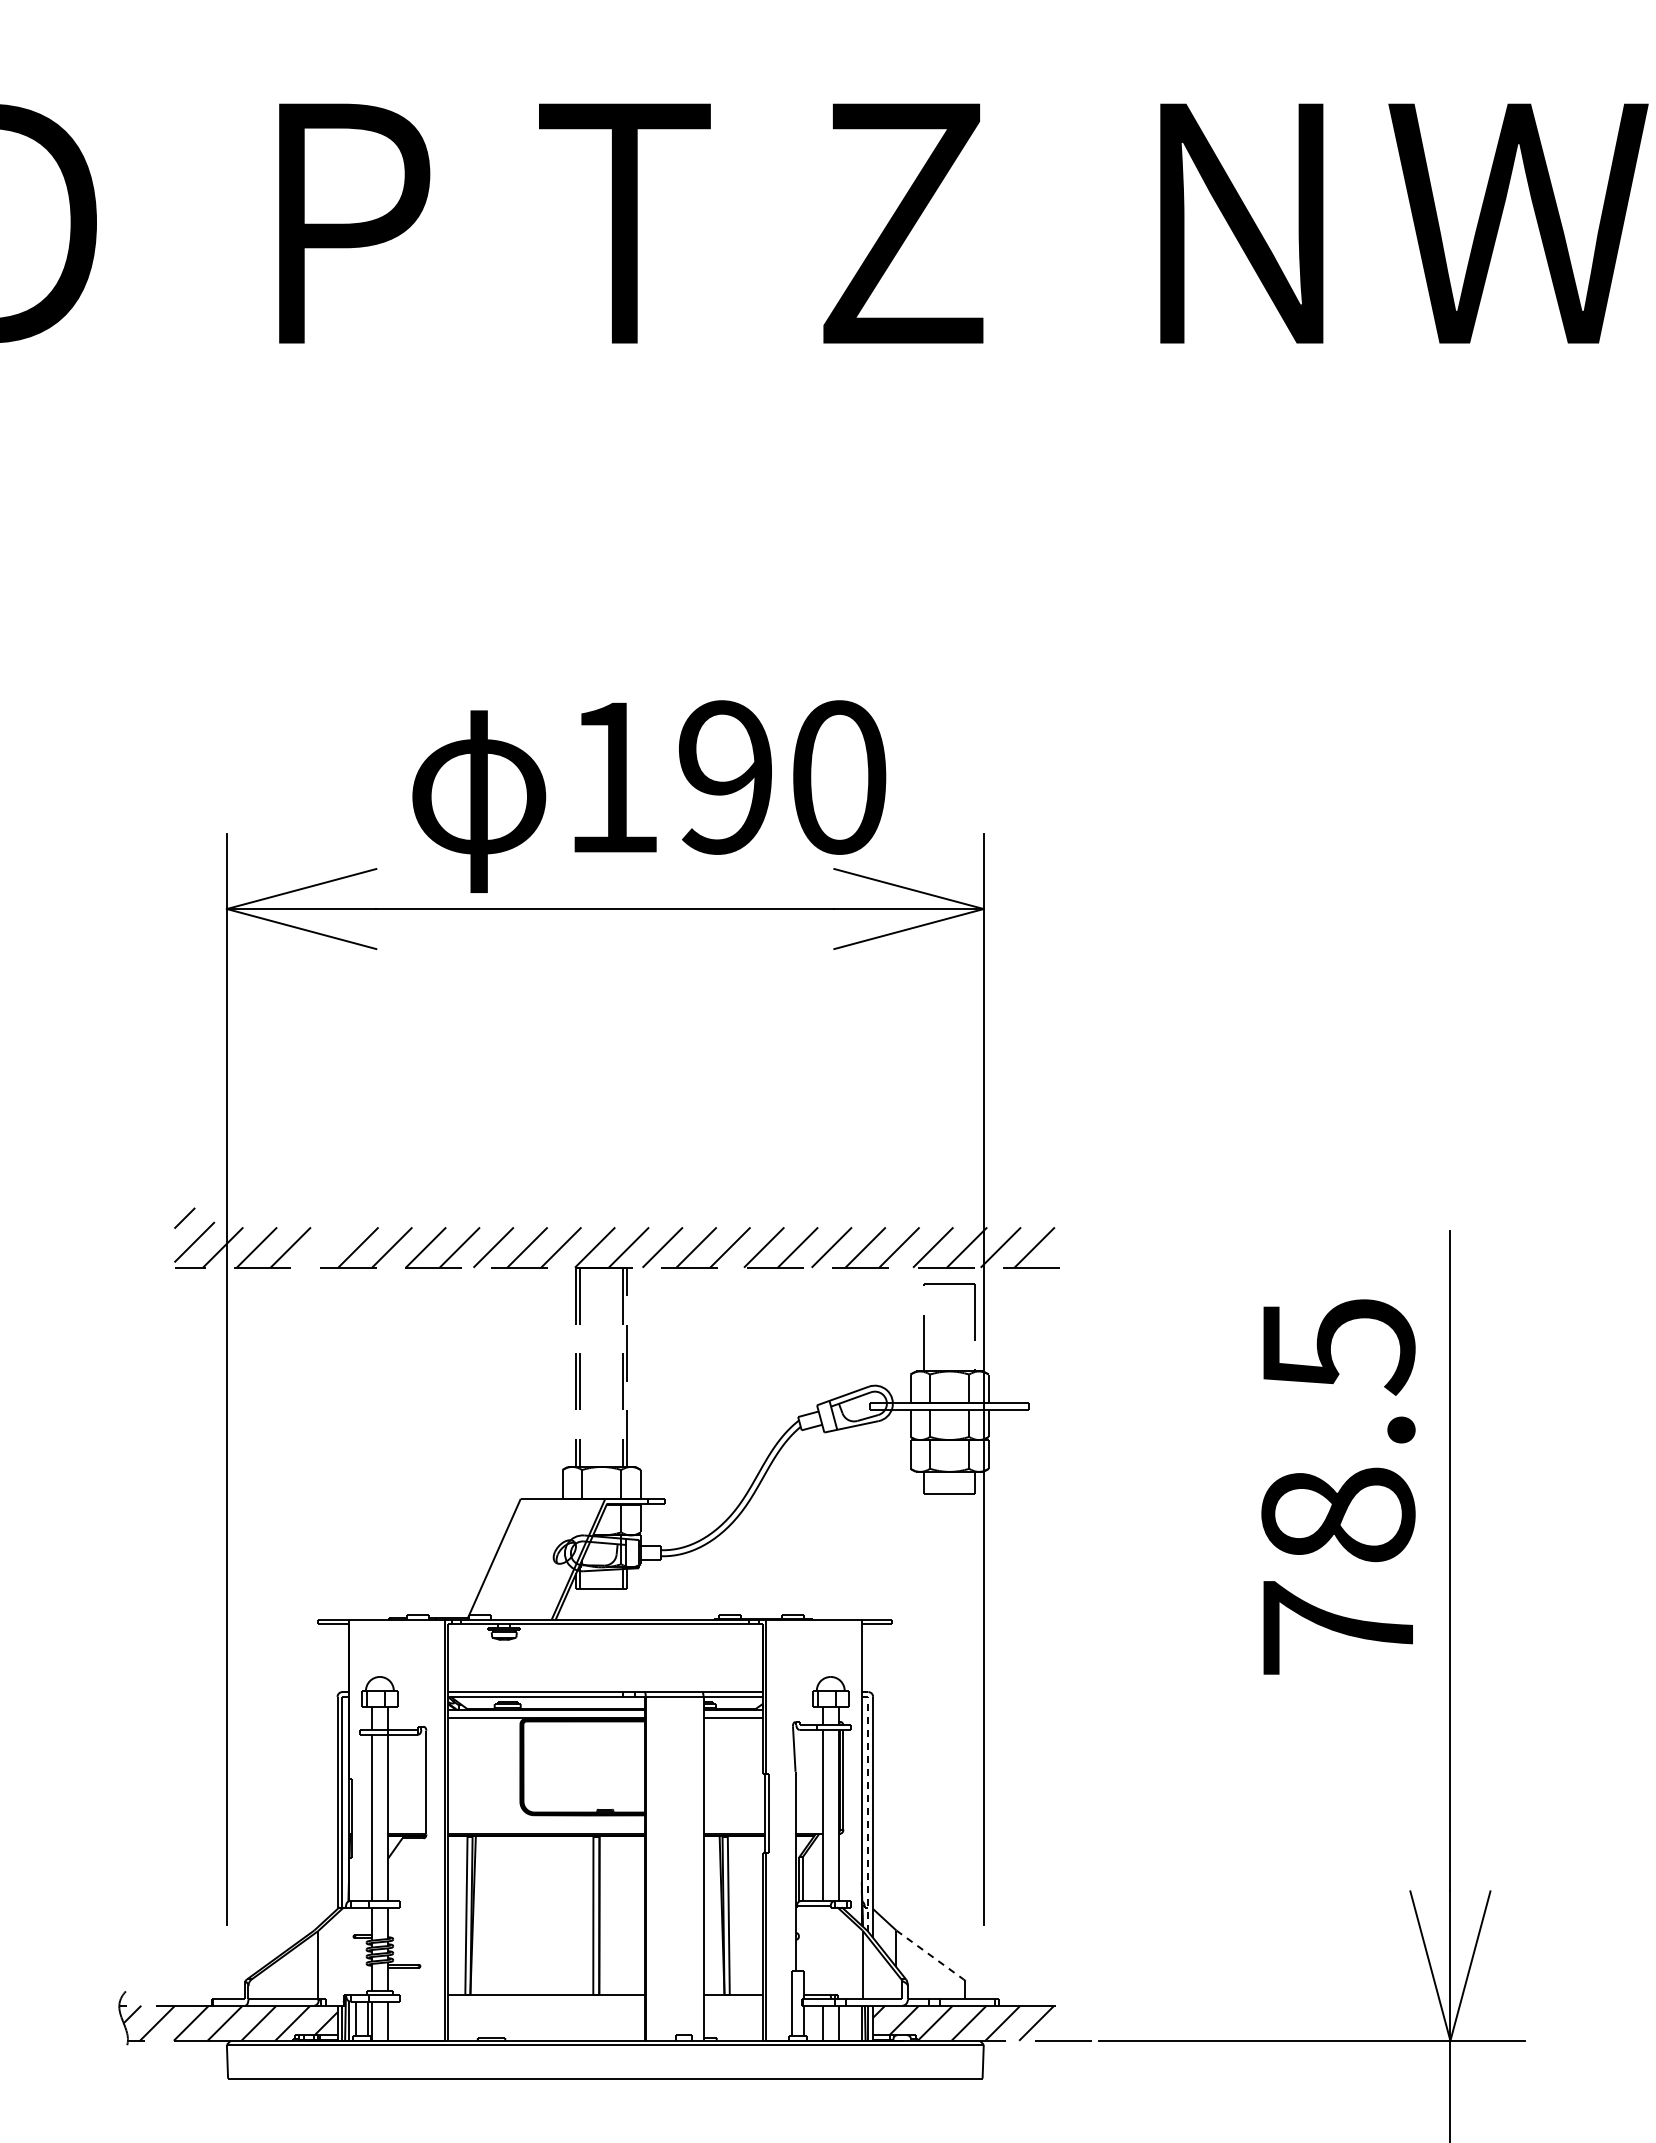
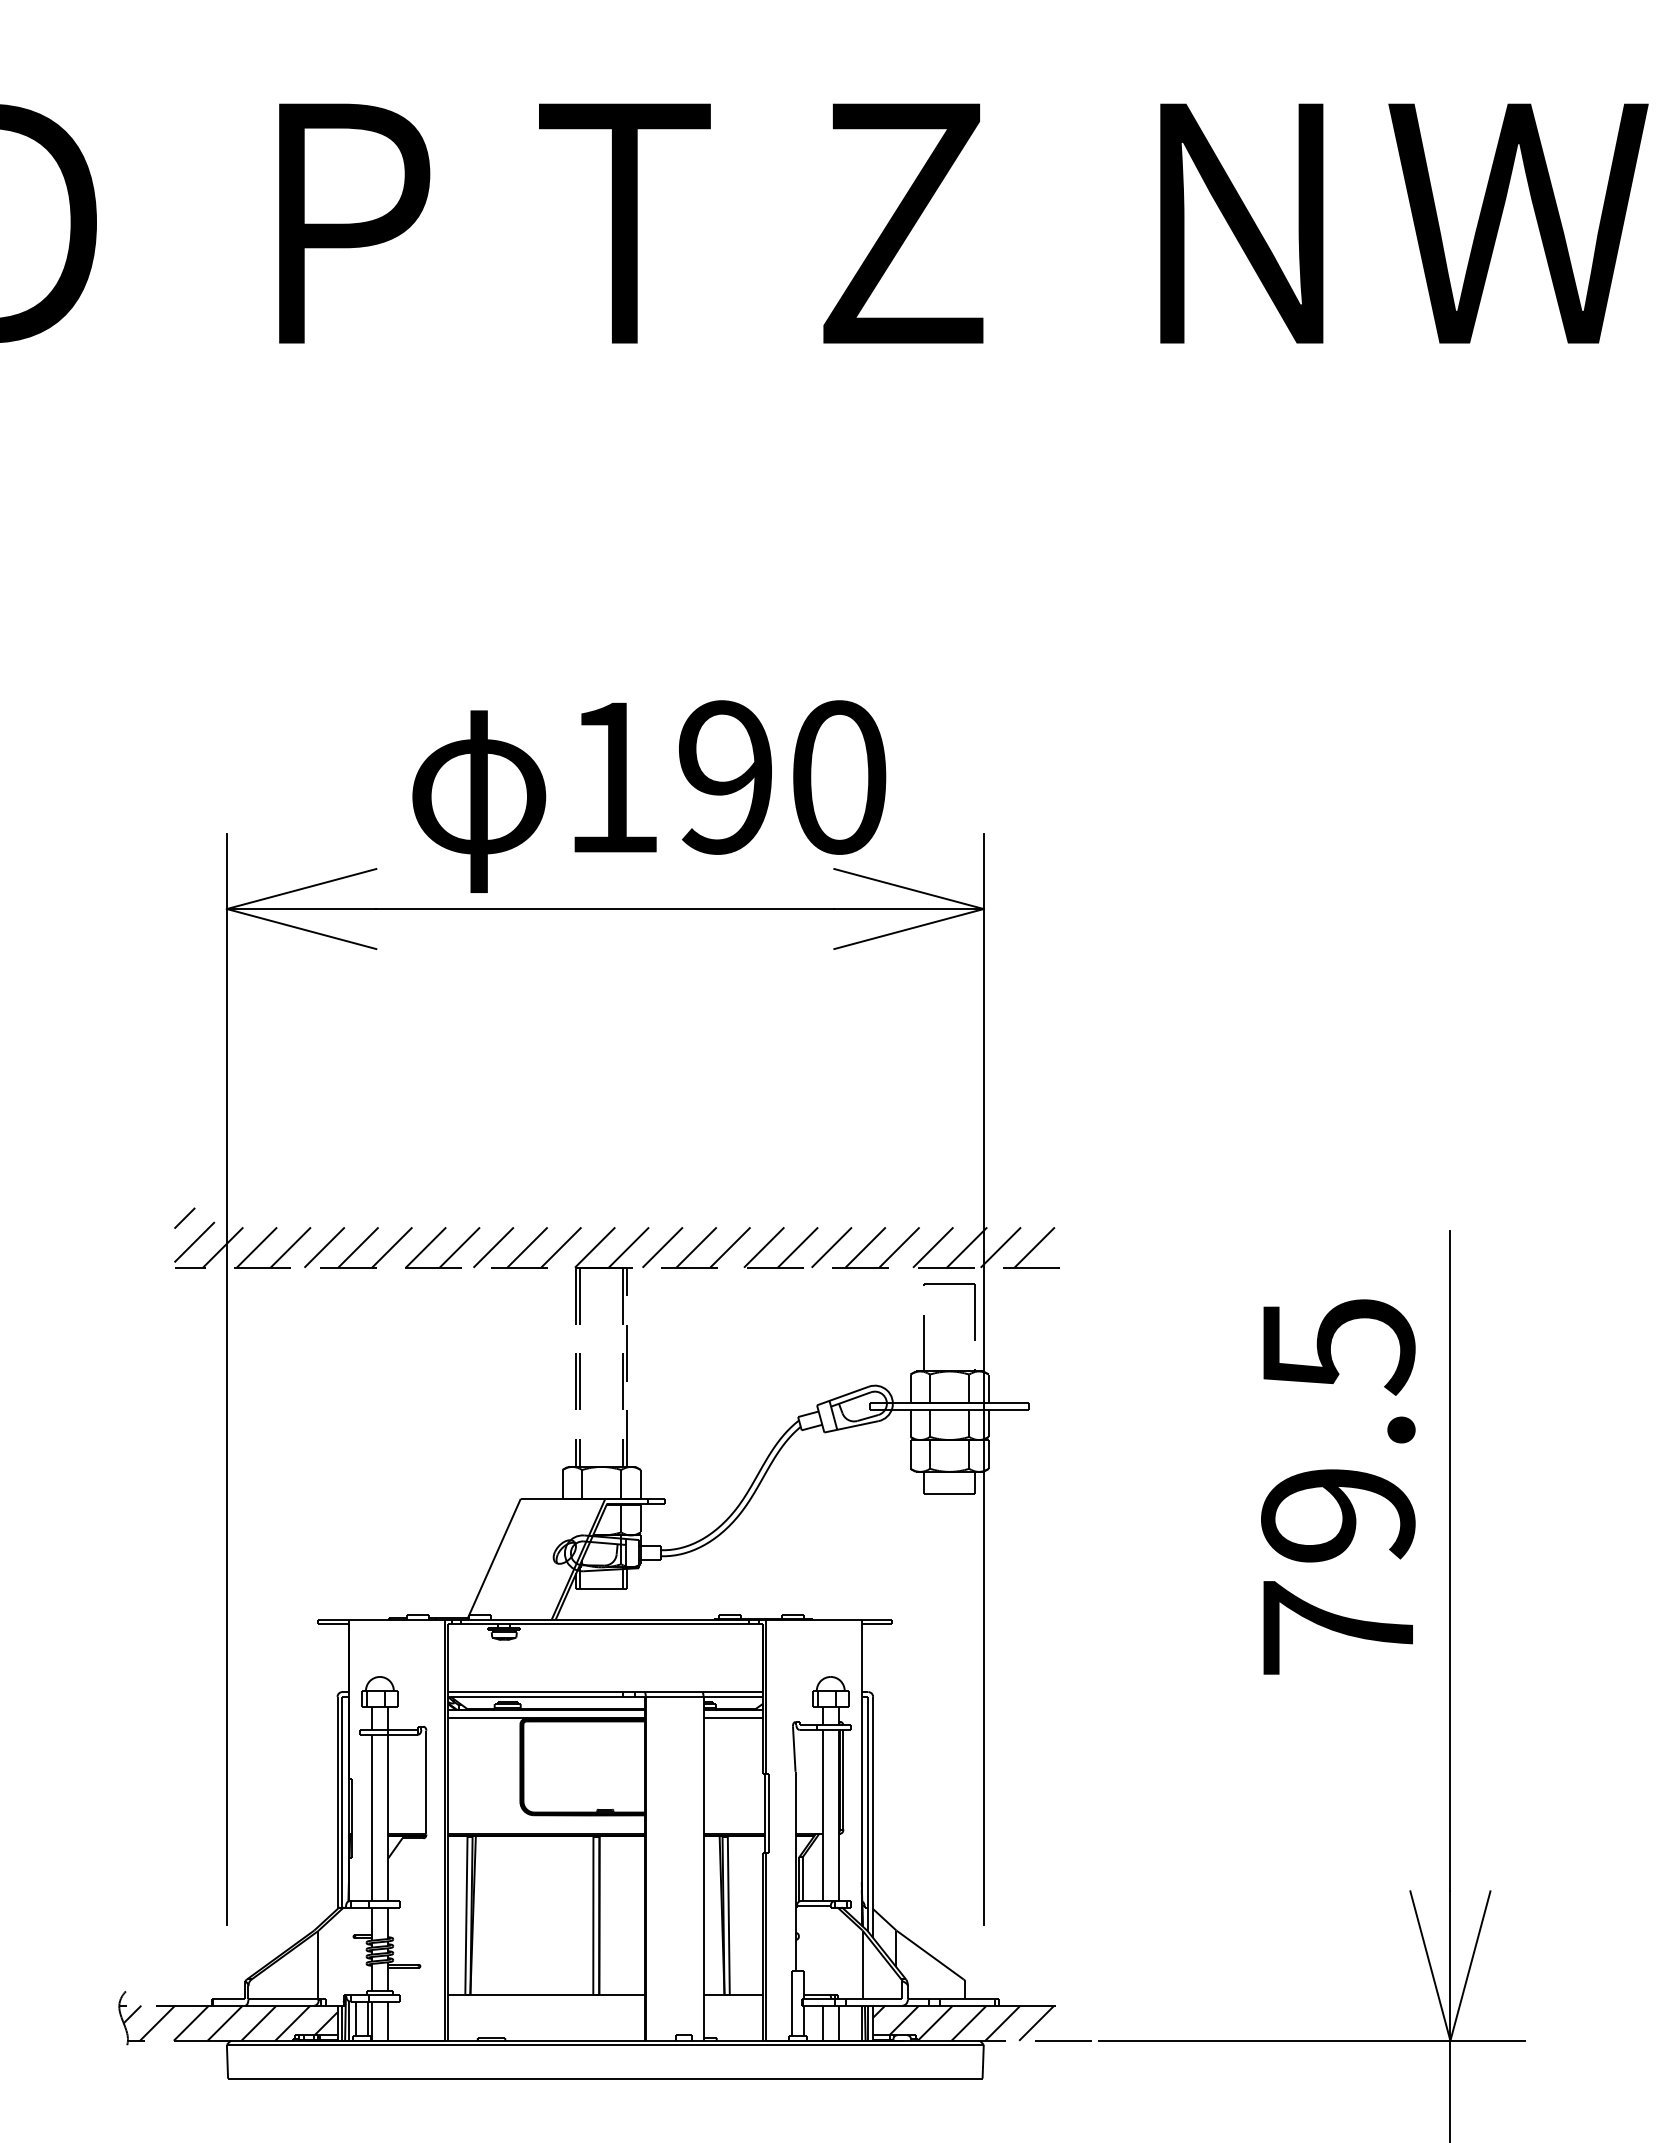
line at (324, 1247): none -> present
text at (1338, 1514): 78.5 -> 79.5
line at (868, 1814): dashed -> solid
line at (930, 1954): dashed -> solid
